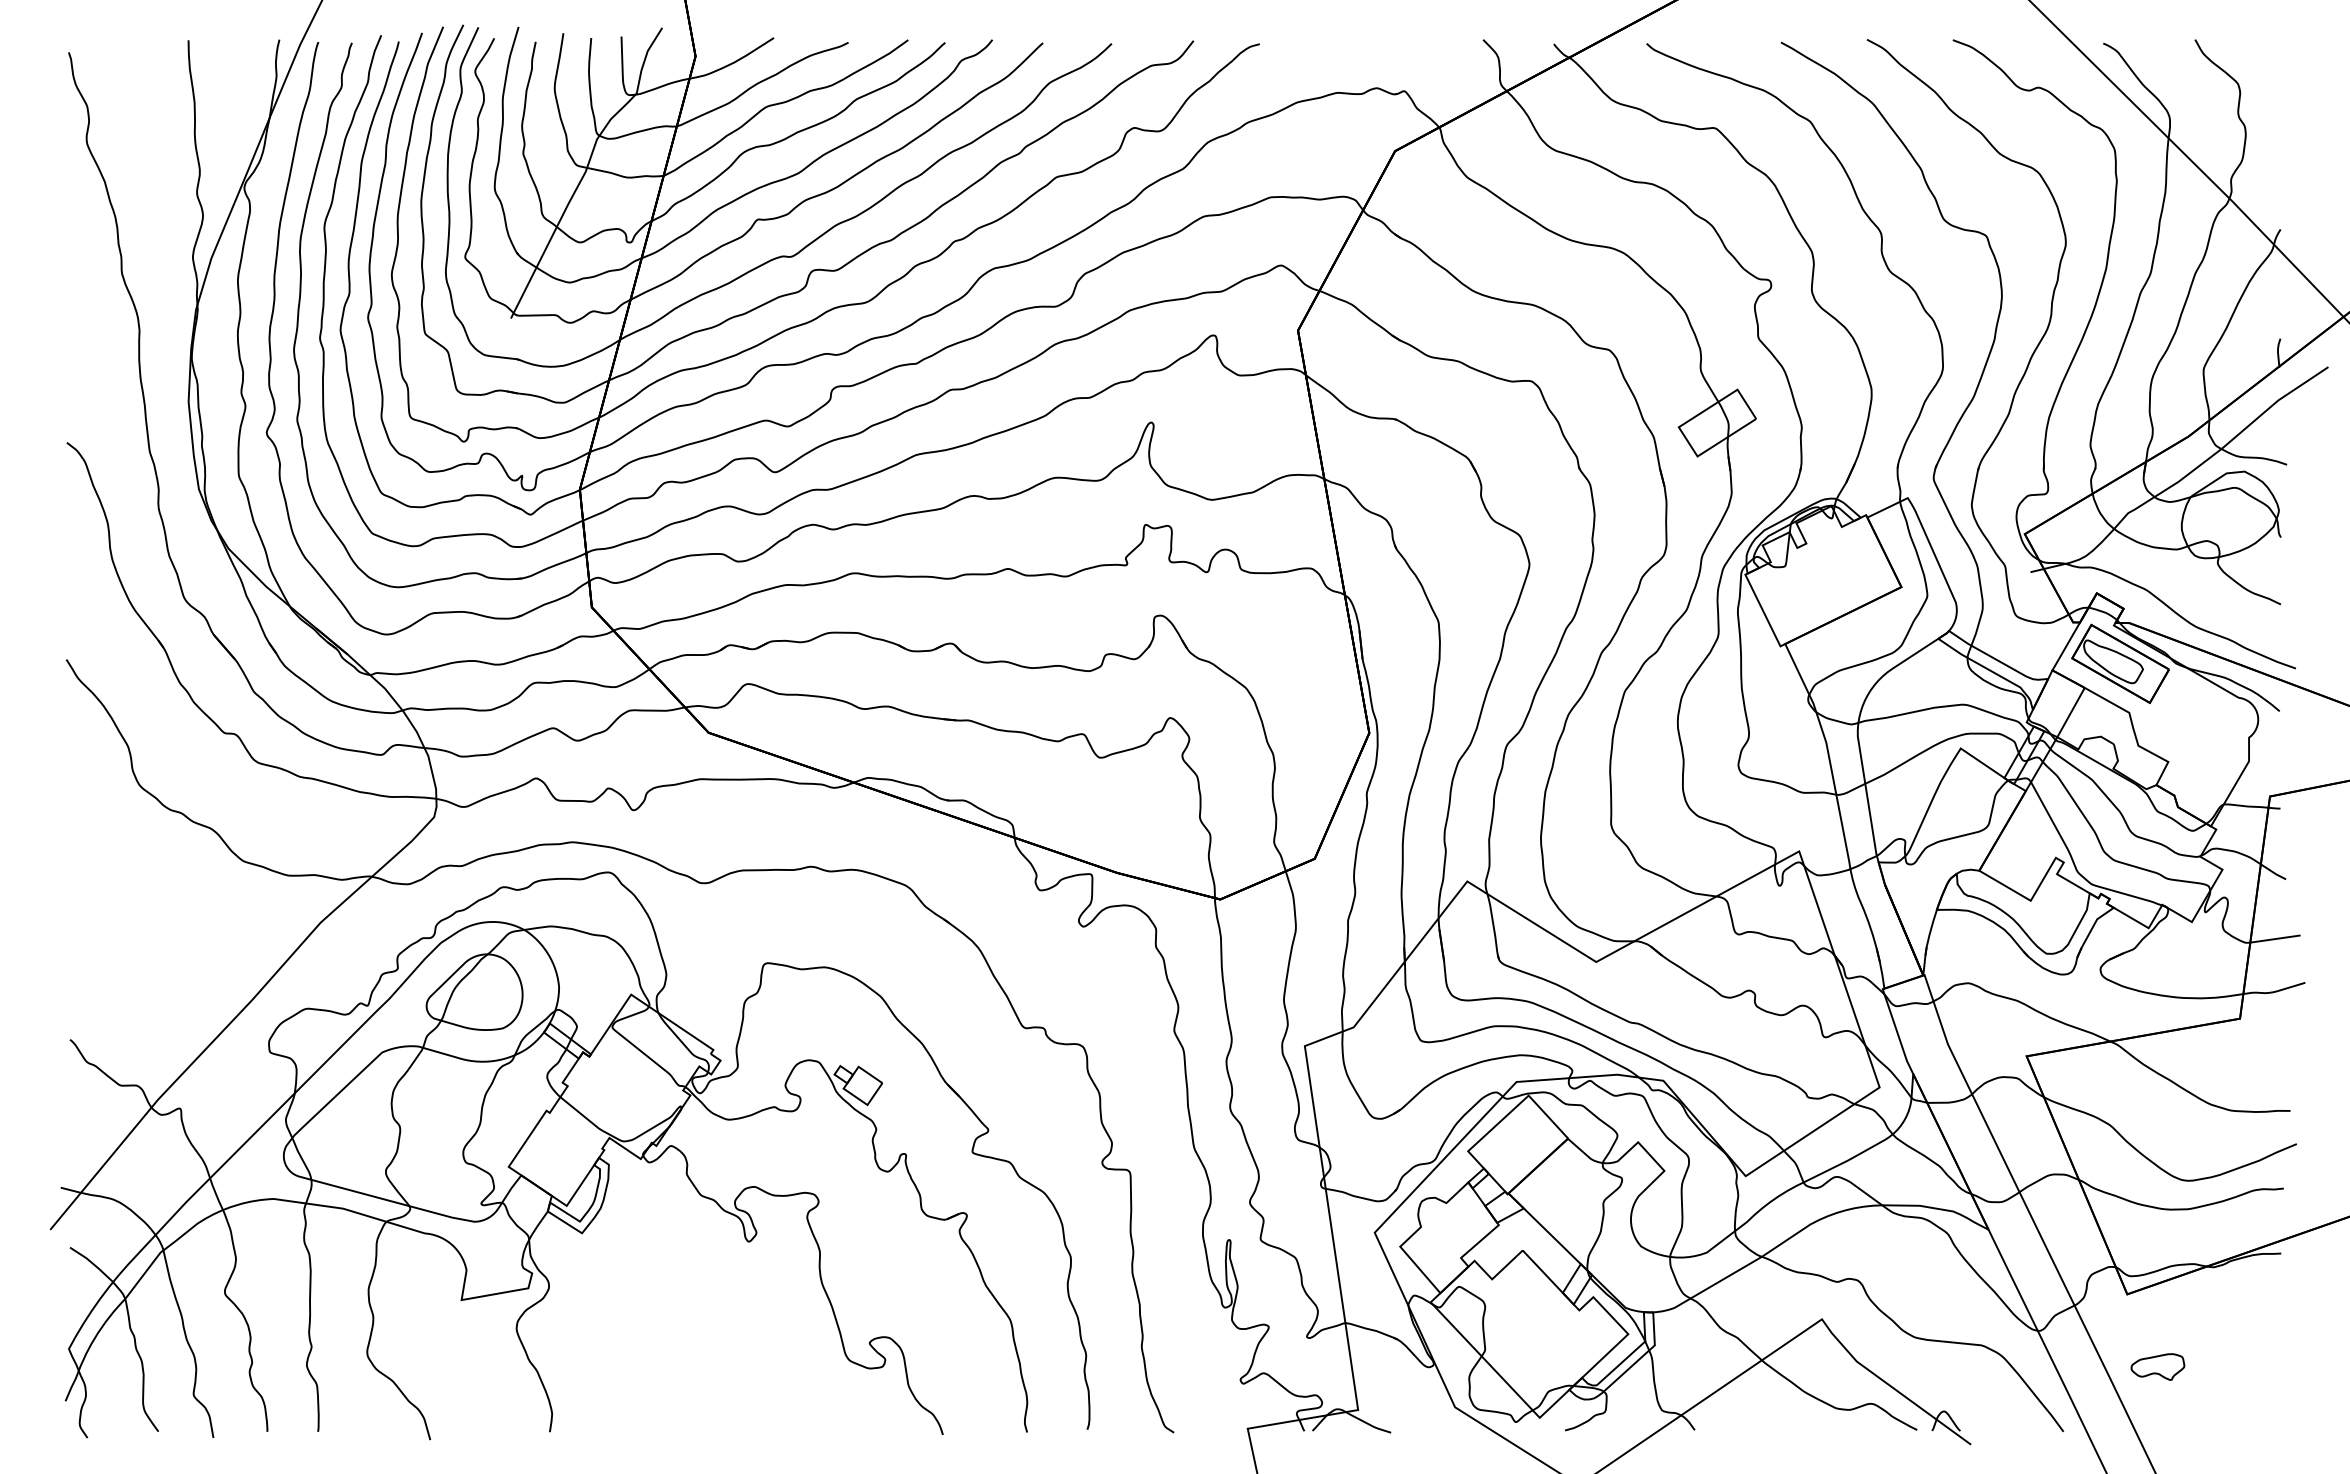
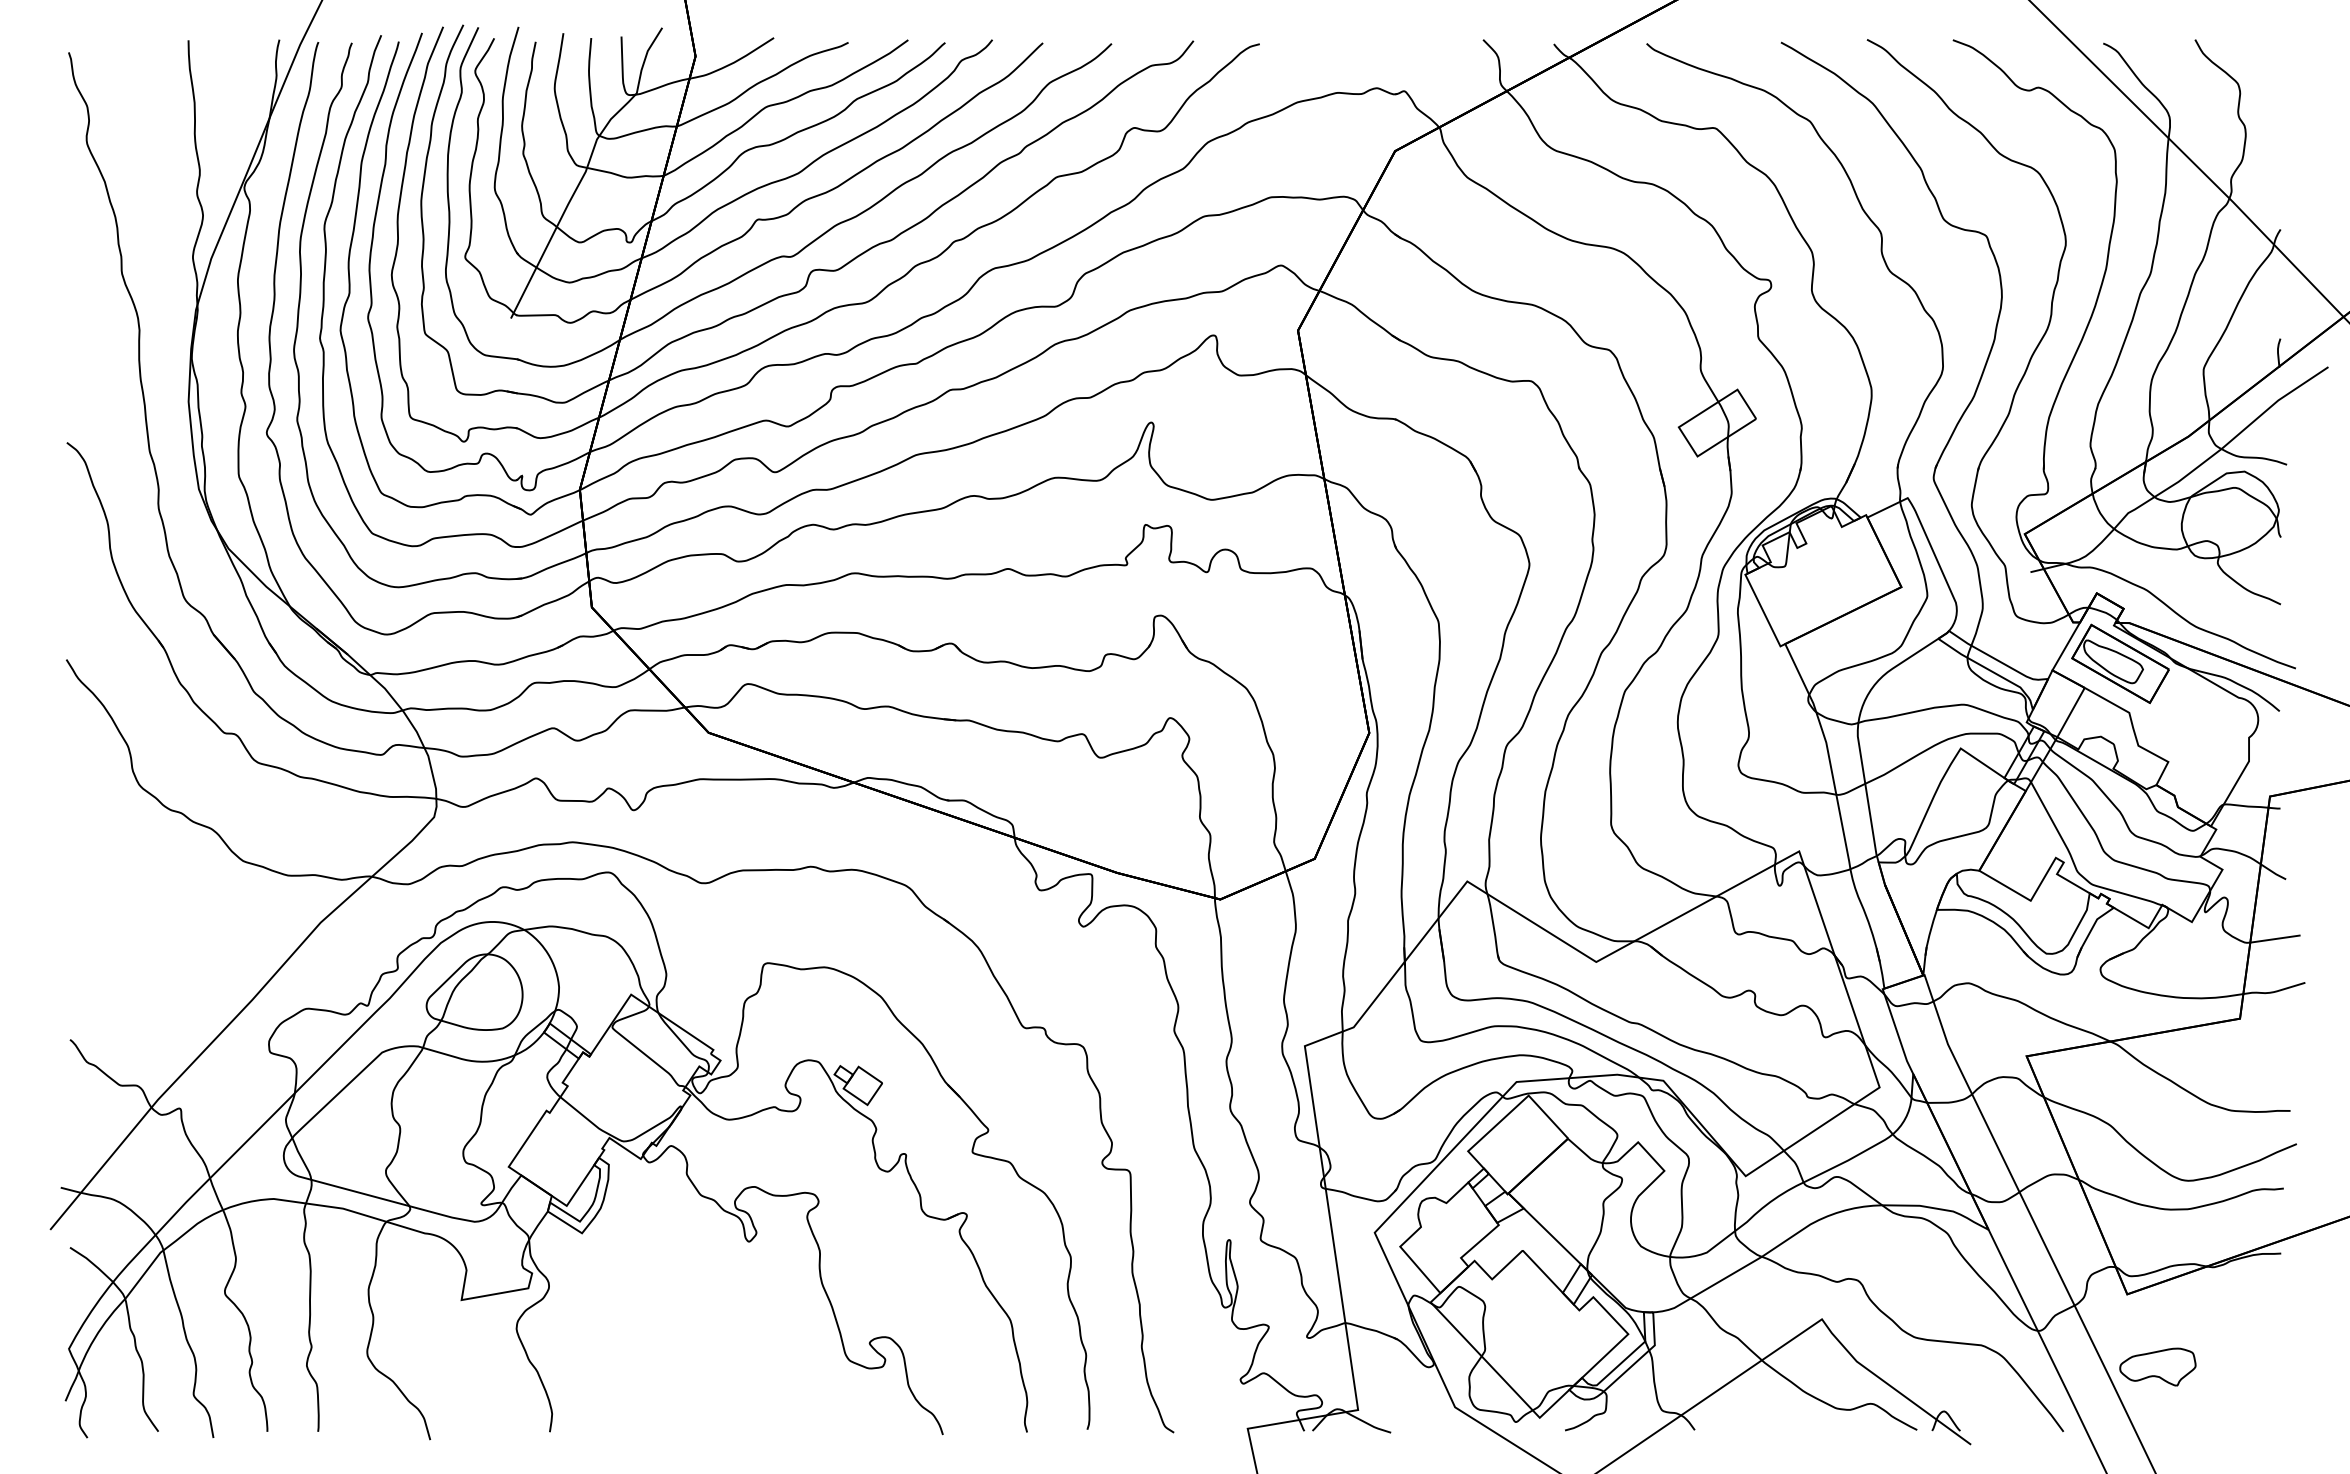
part at (2157, 1366) size: 56x28 px -> 78x40 px
